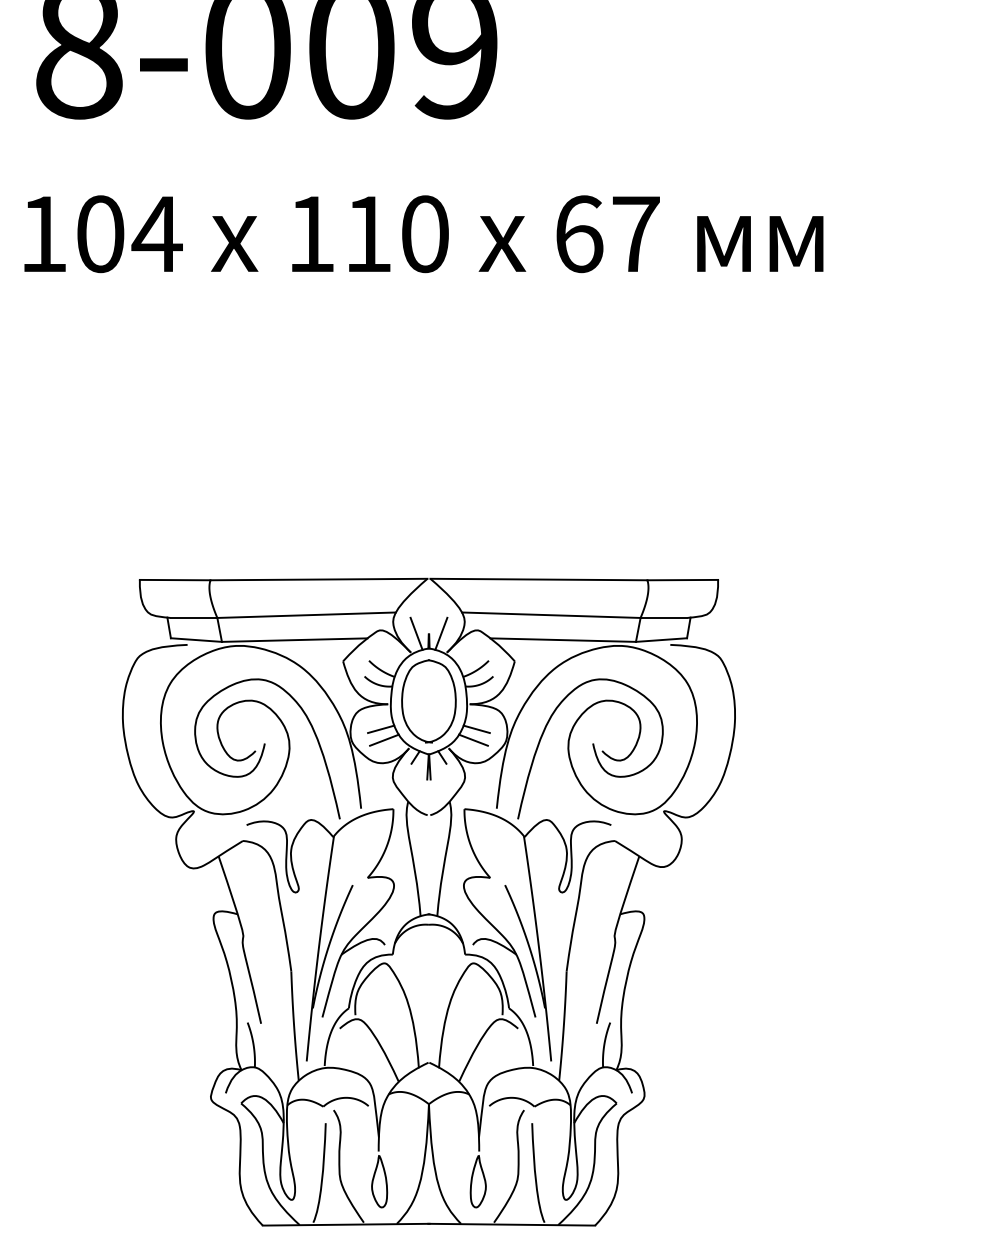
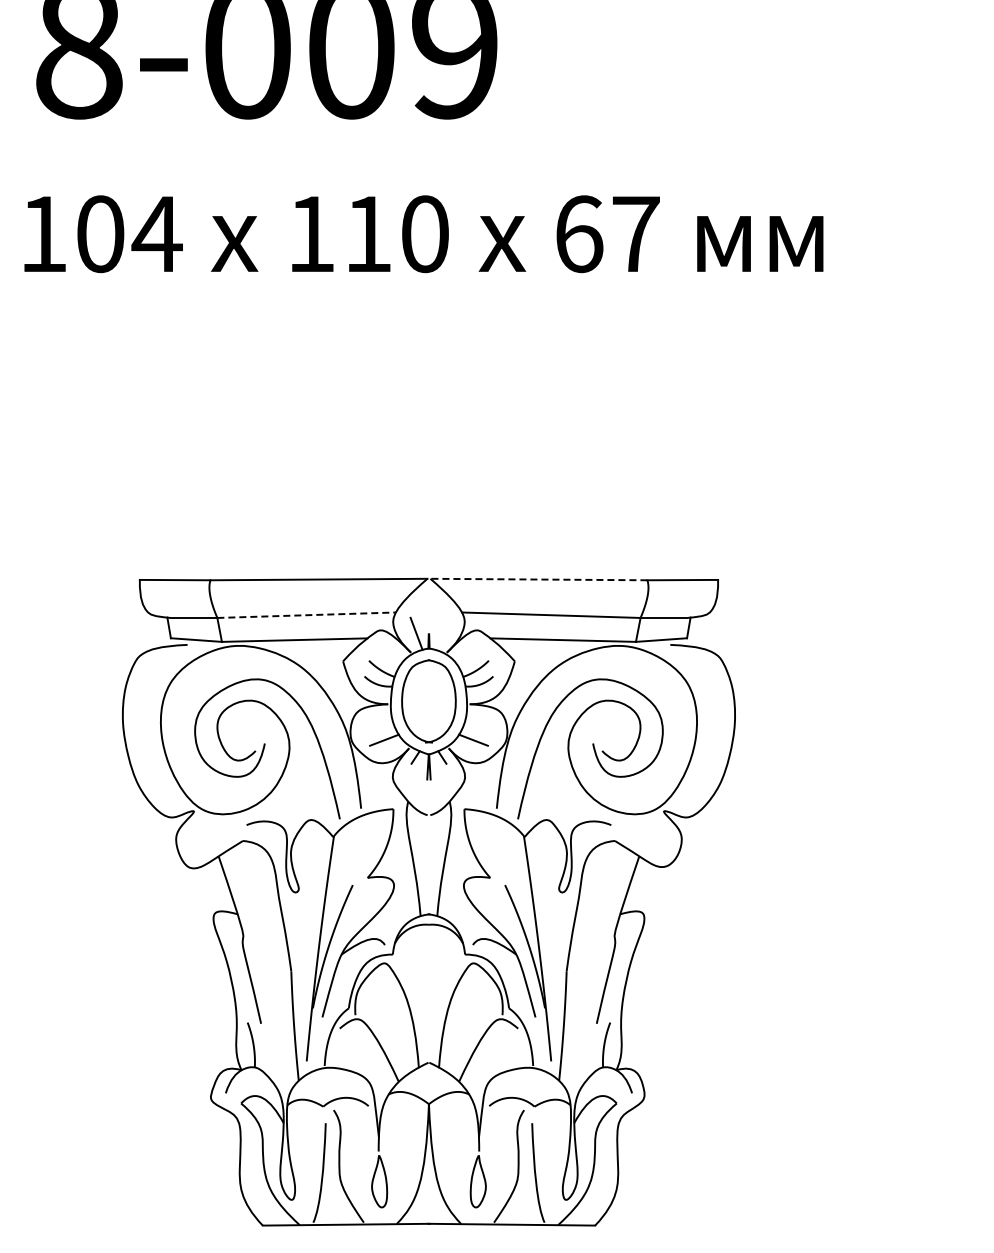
line at (538, 579): solid -> dashed
line at (307, 615): solid -> dashed
line at (441, 633): present -> none
line at (381, 729): present -> none
line at (476, 729): present -> none
